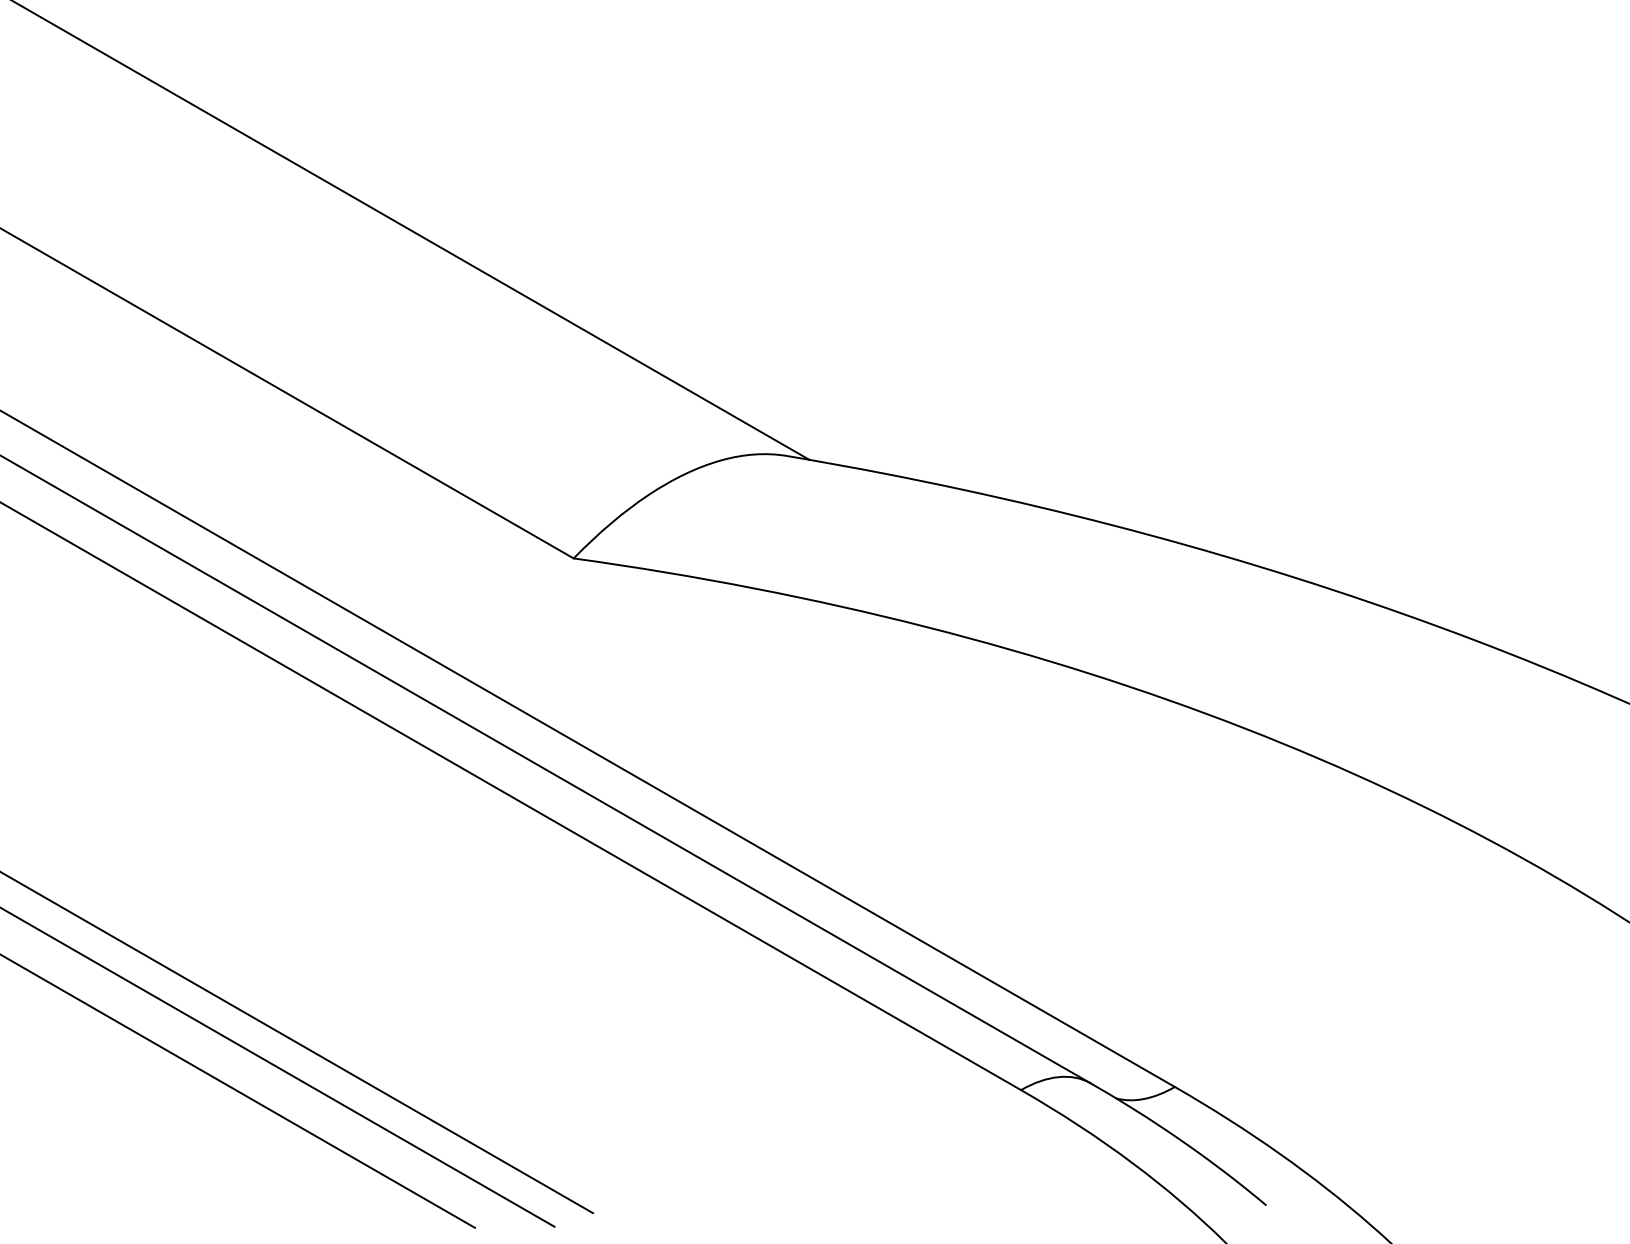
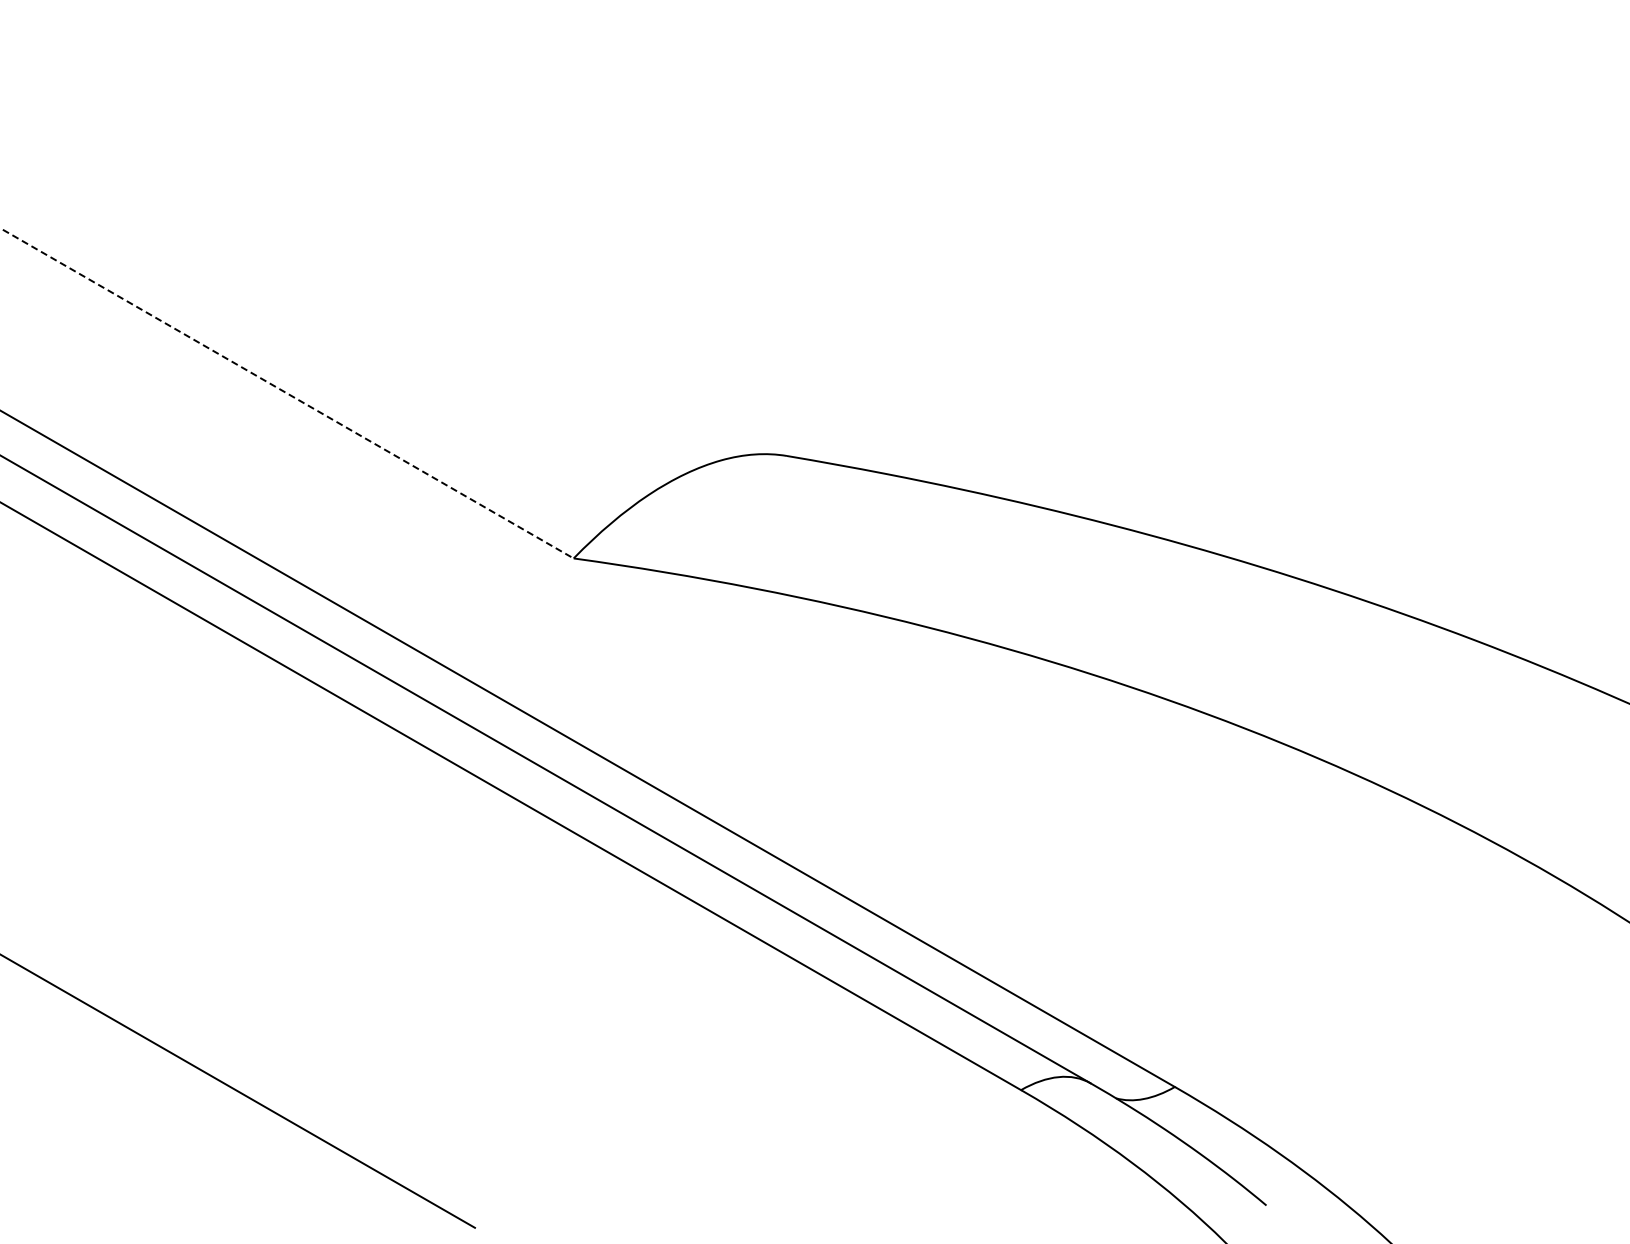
line at (411, 230): present -> none
line at (286, 393): solid -> dashed
line at (297, 1043): present -> none
line at (278, 1067): present -> none
